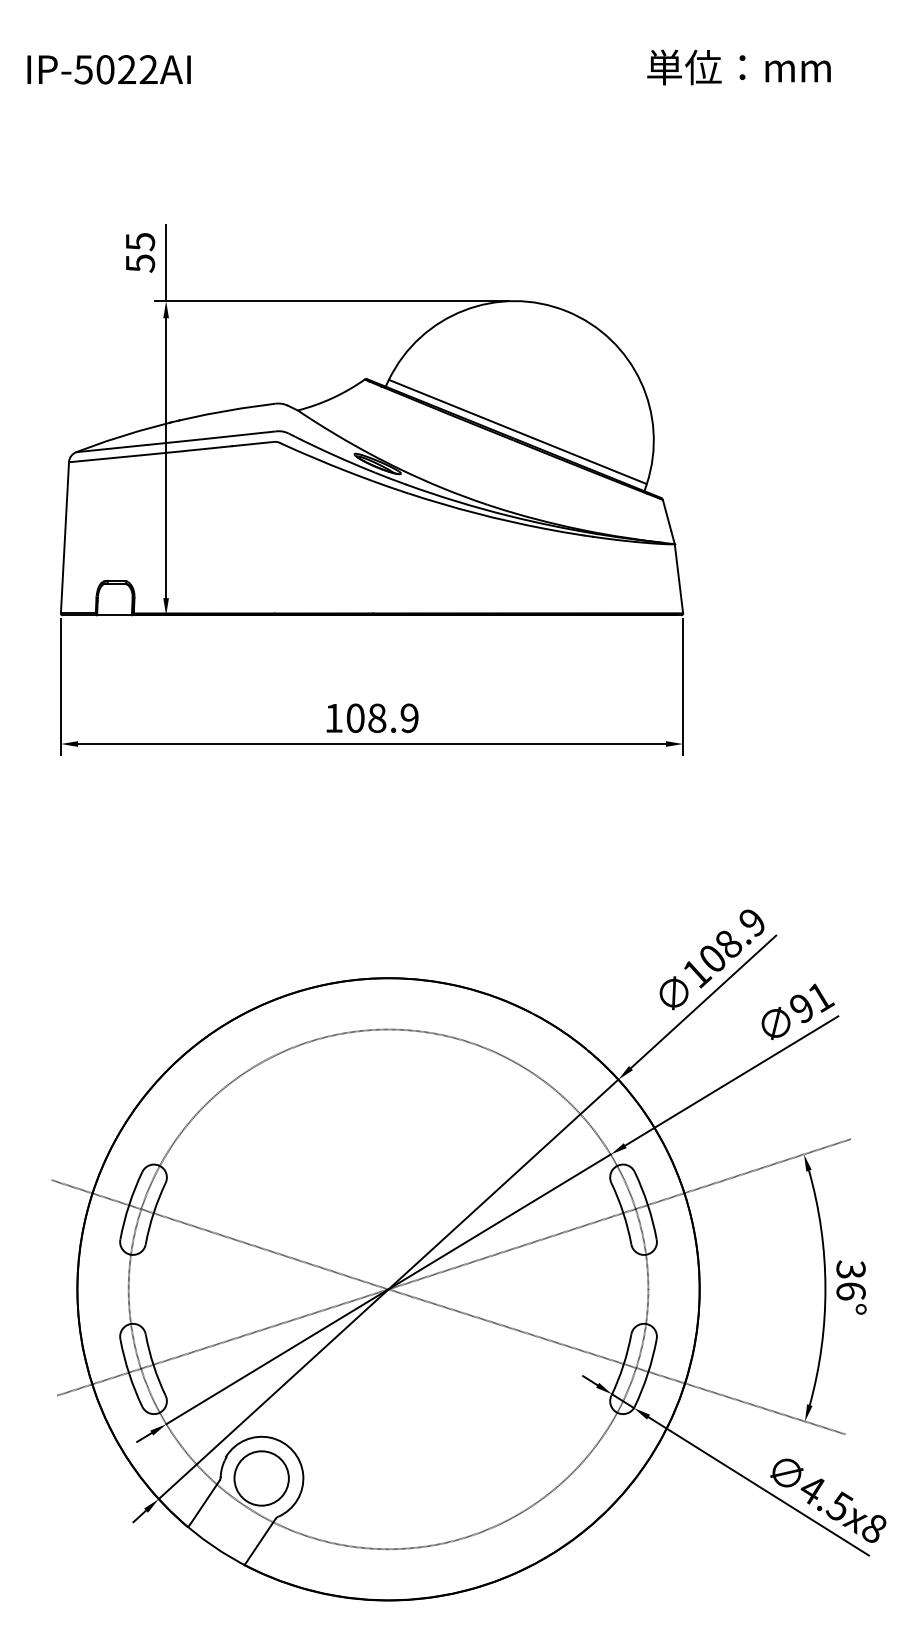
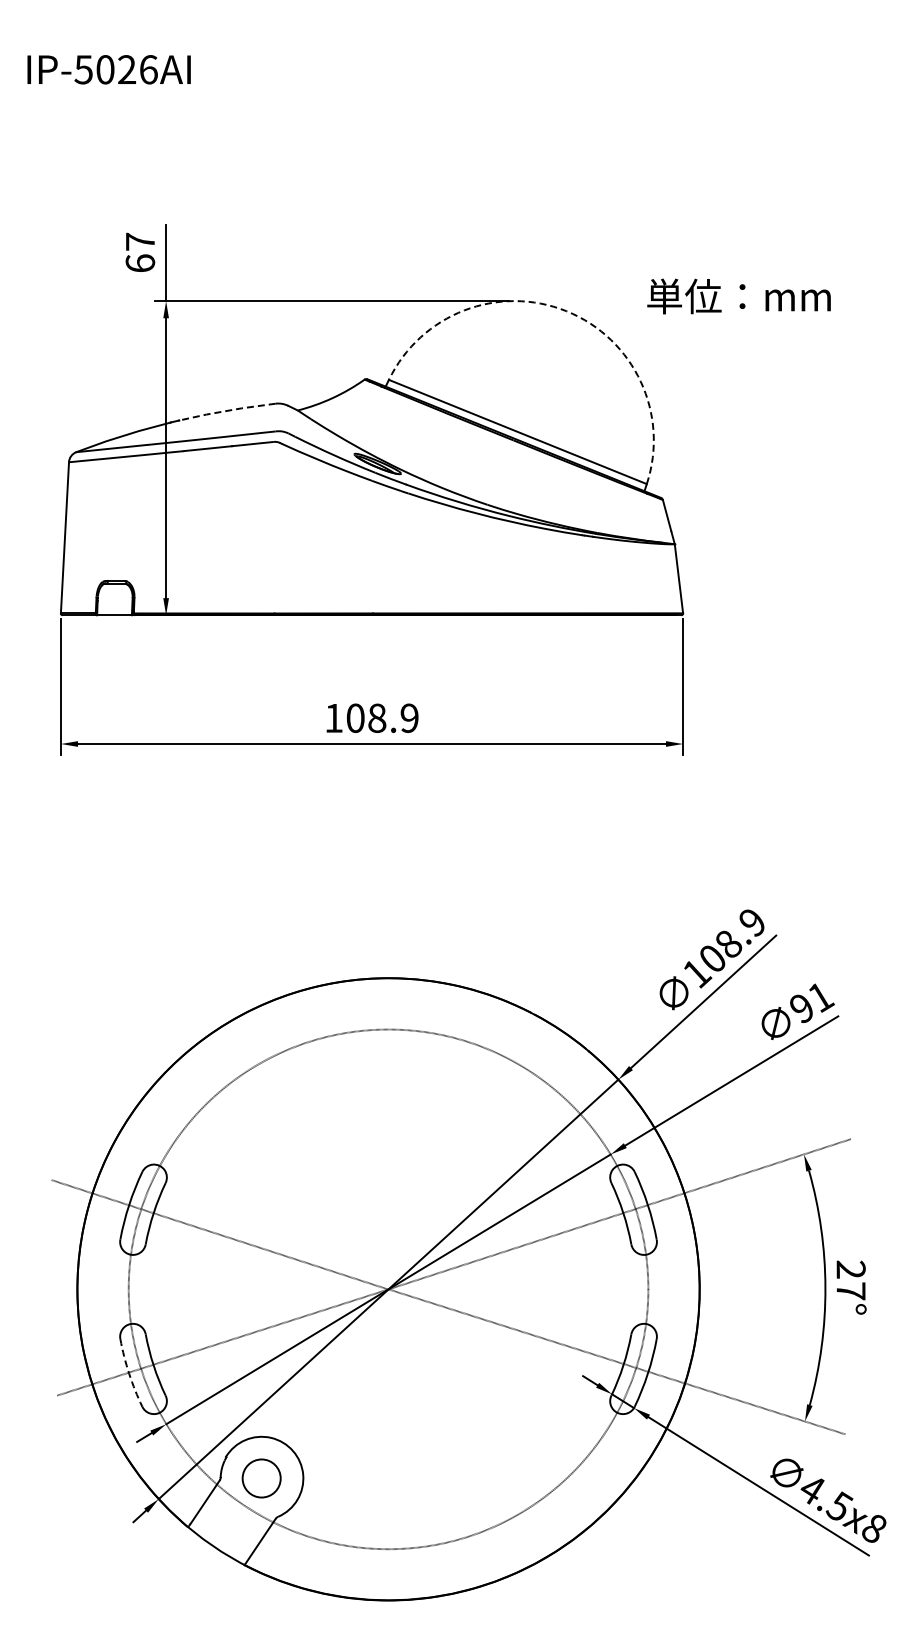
text at (738, 67) position: (738, 67) -> (738, 296)
text at (148, 69): IP-5022AI -> IP-5026AI
text at (140, 252): 55 -> 67
arc at (566, 311): solid -> dashed
line at (227, 410): solid -> dashed
text at (850, 1280): 36° -> 27°
arc at (129, 1373): solid -> dashed
circle at (261, 1478) diameter: 54 px -> 38 px
